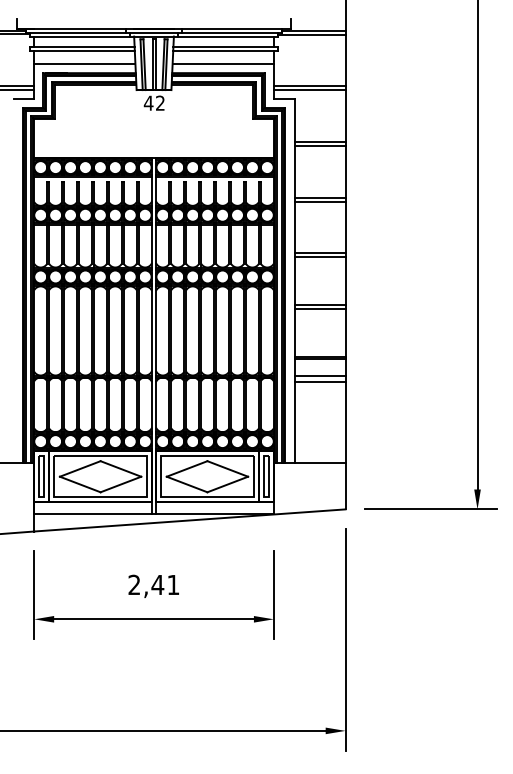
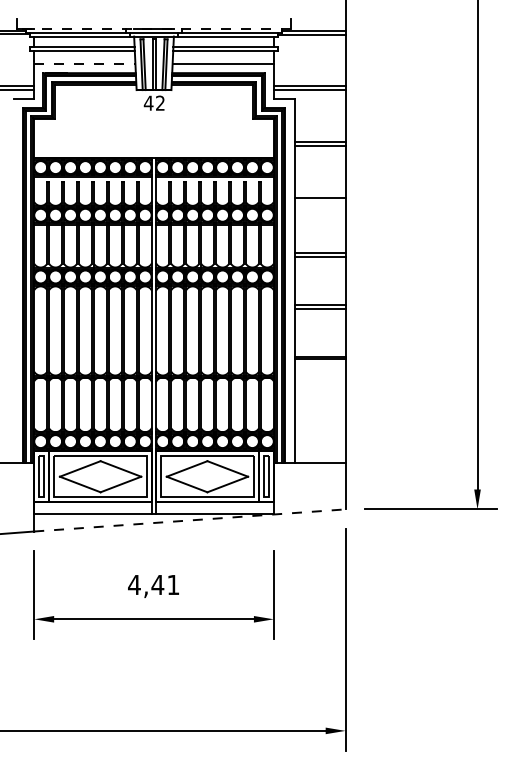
line at (154, 28): solid -> dashed
line at (84, 64): solid -> dashed
line at (319, 201): present -> none
line at (319, 375): present -> none
line at (319, 382): present -> none
line at (190, 520): solid -> dashed
text at (134, 584): 2,41 -> 4,41
